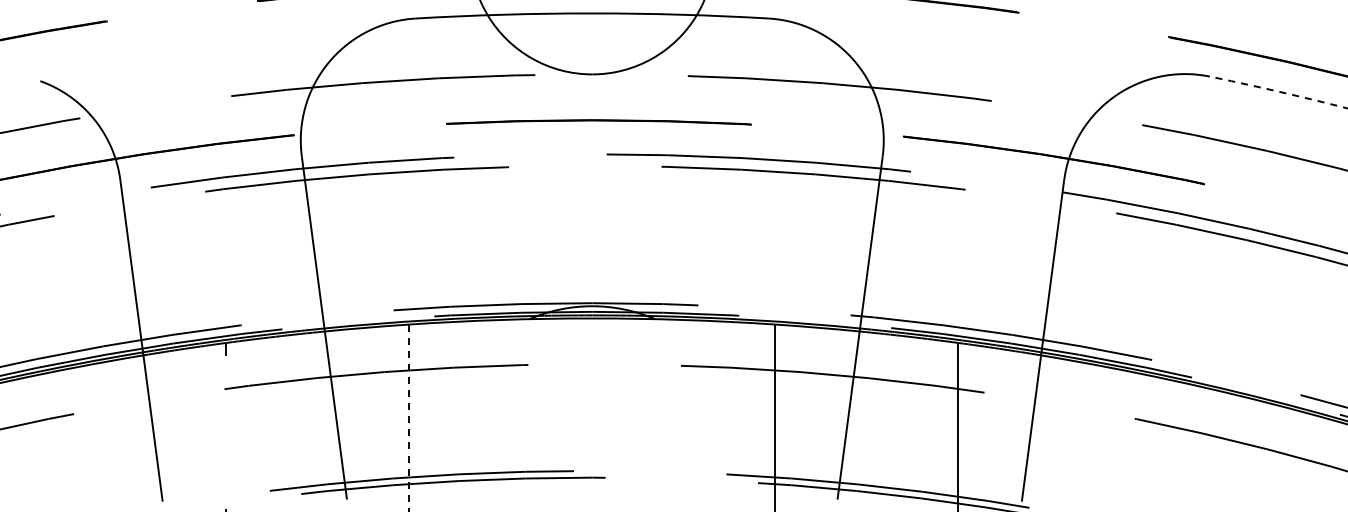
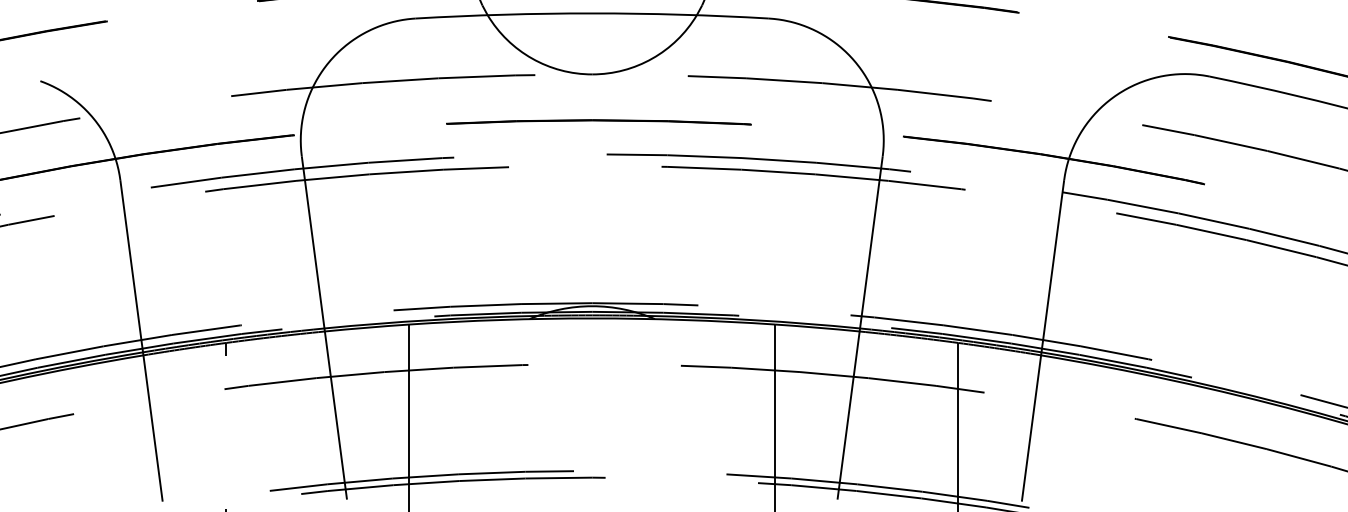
arc at (1278, 91): dashed -> solid
line at (409, 418): dashed -> solid
